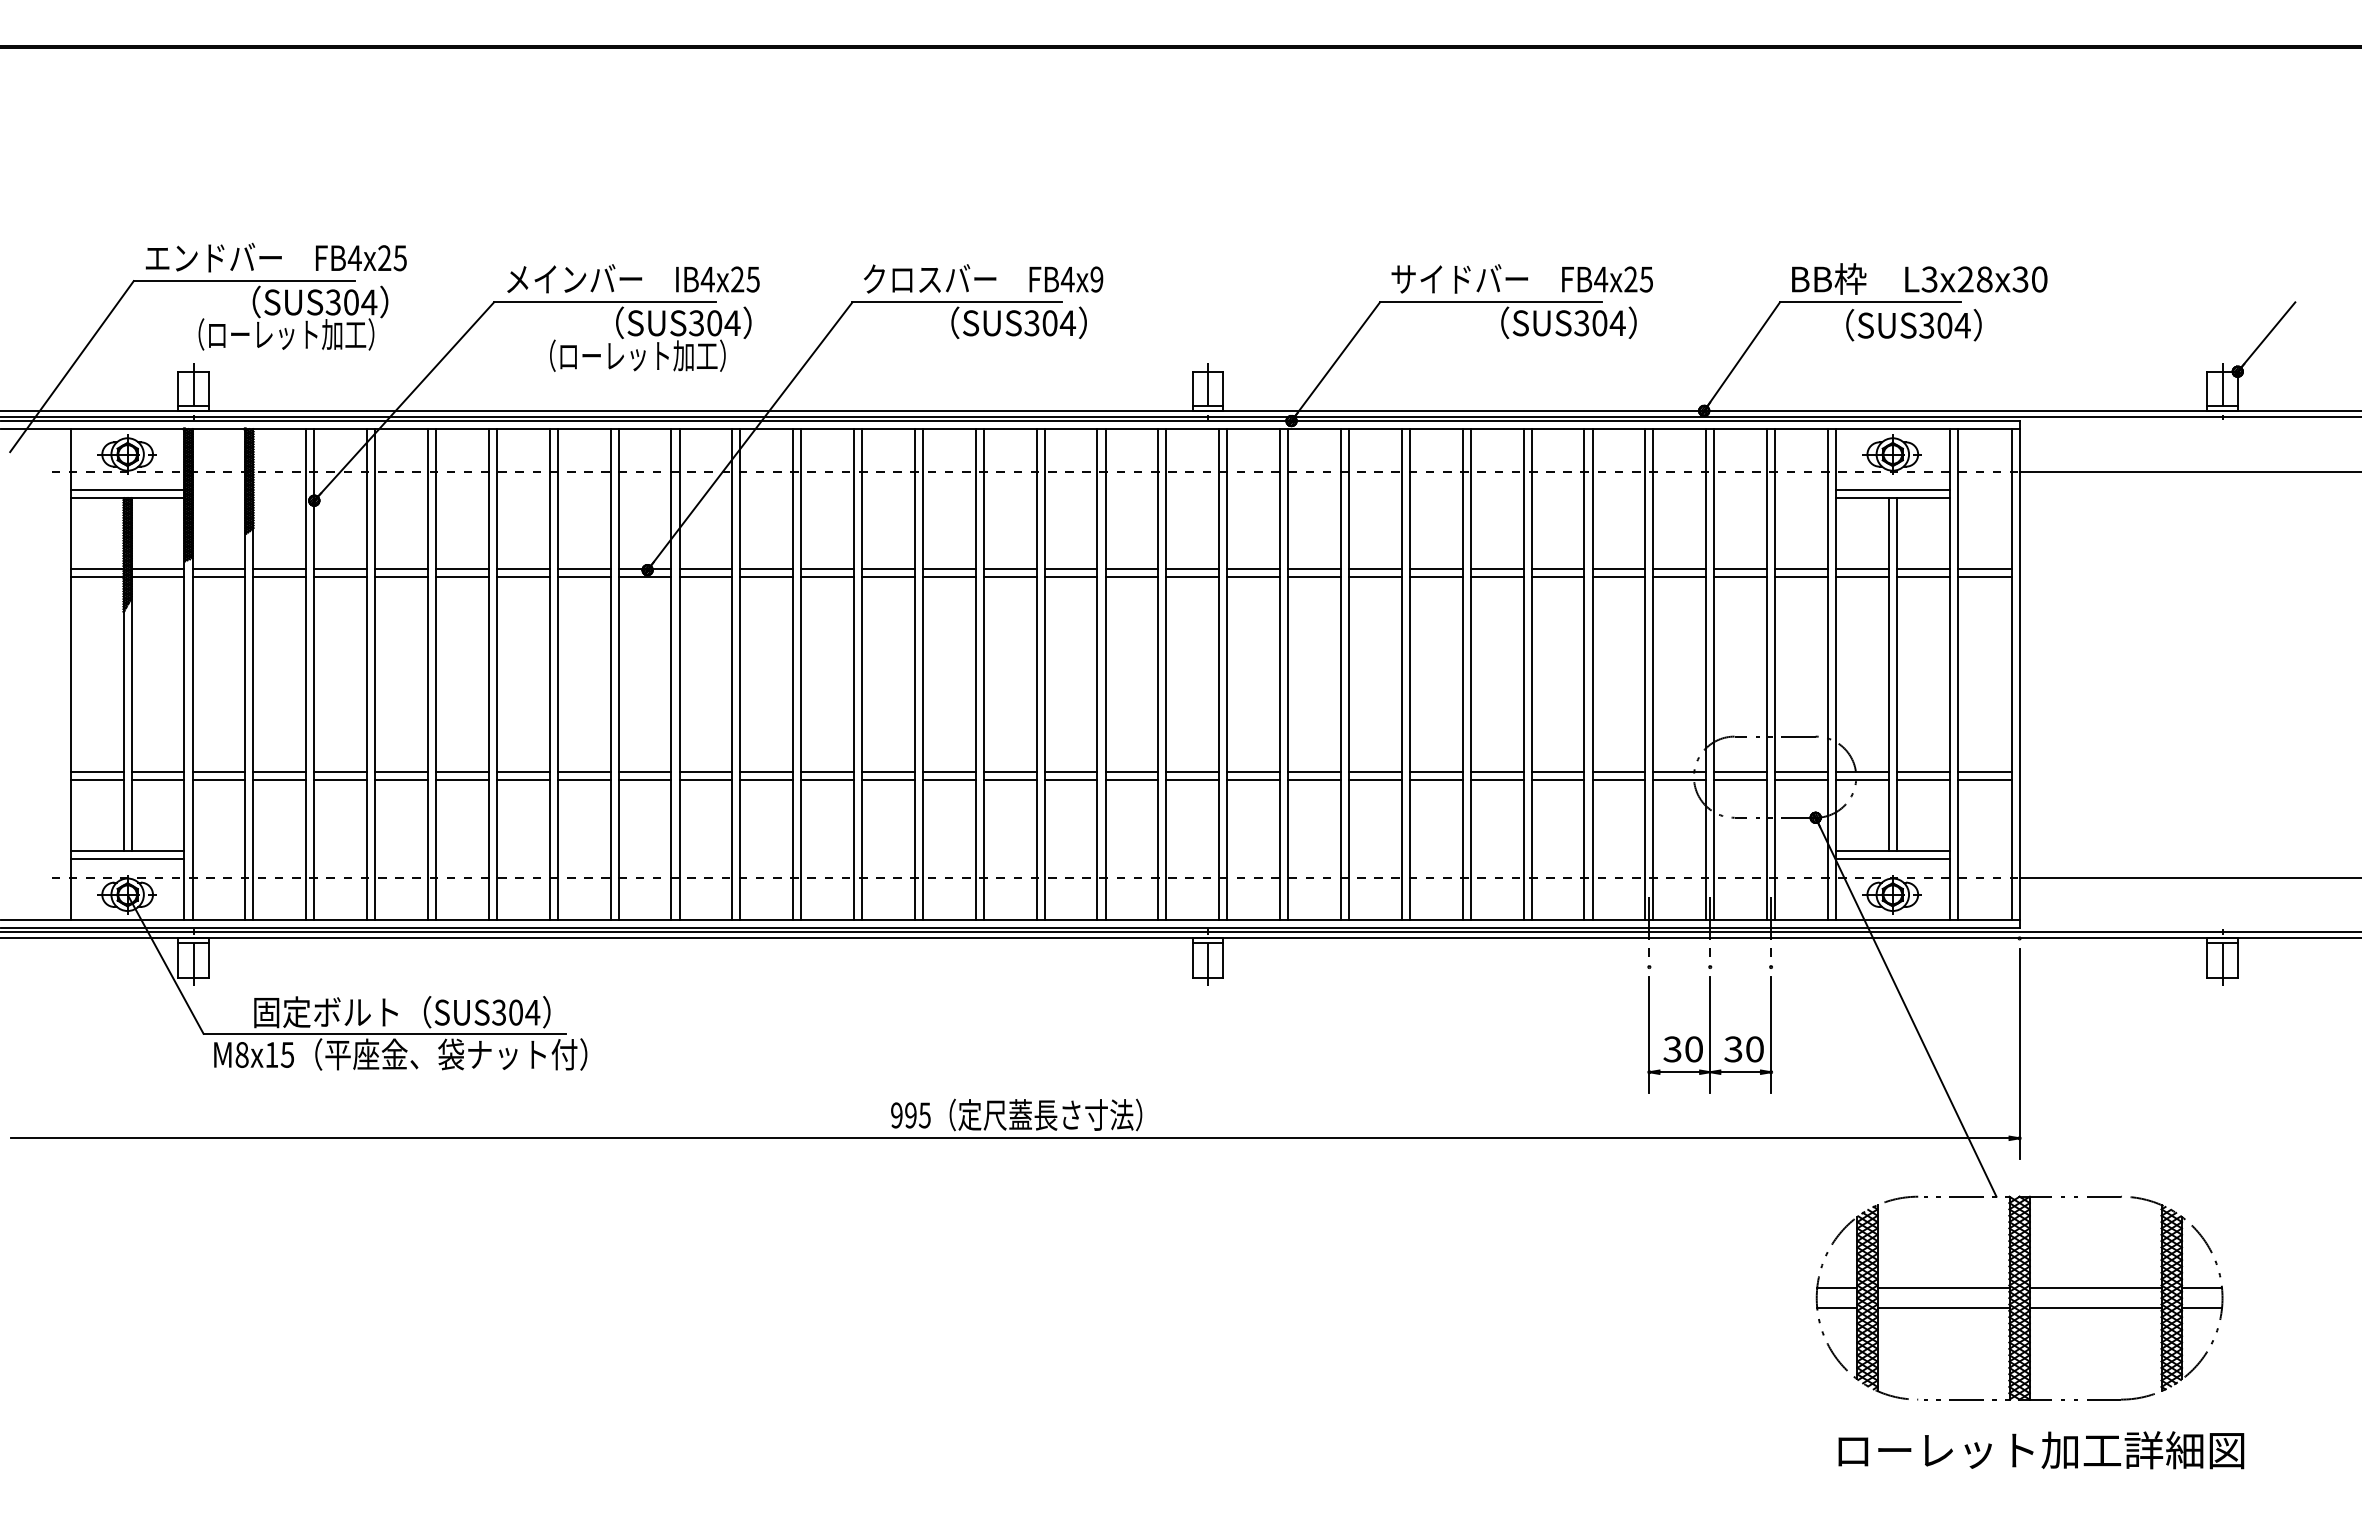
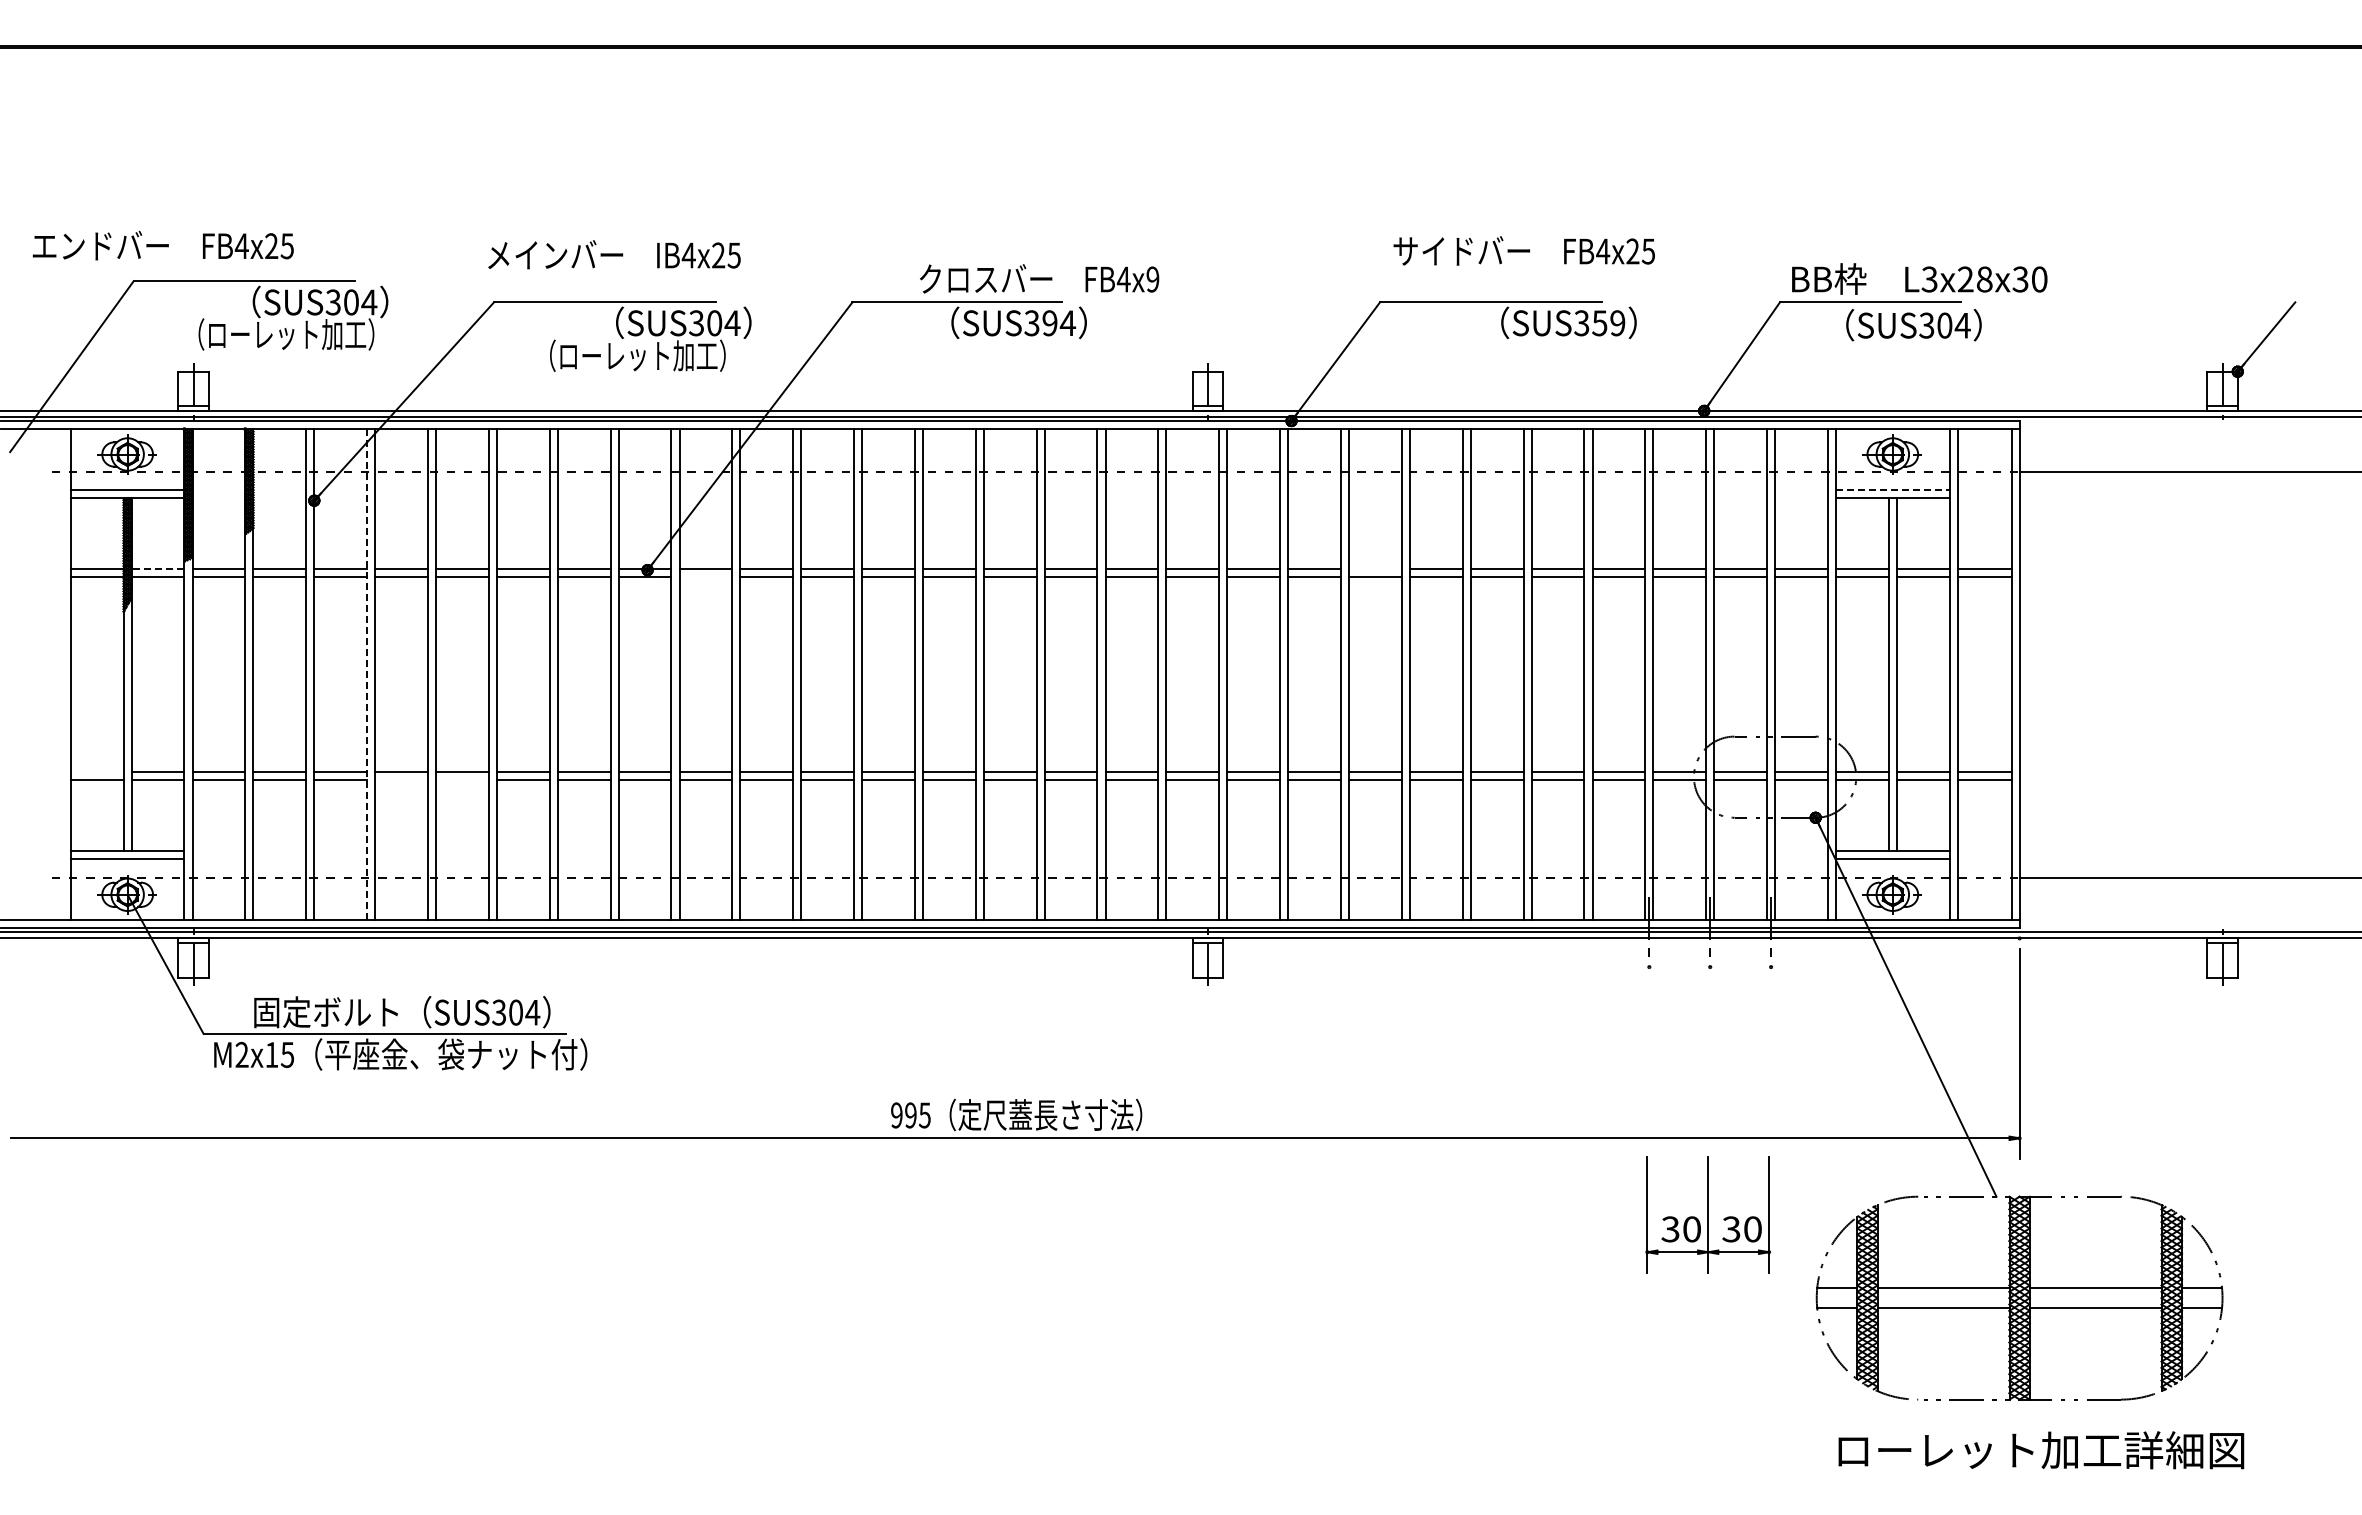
text at (275, 257) position: (275, 257) -> (162, 245)
text at (633, 278) position: (633, 278) -> (614, 254)
text at (983, 278) position: (983, 278) -> (1039, 278)
text at (1521, 278) position: (1521, 278) -> (1523, 250)
text at (1049, 323): SUS304 -> SUS394
text at (1608, 323): SUS304 -> SUS359
line at (1892, 490): solid -> dashed
line at (157, 569): solid -> dashed
line at (1375, 569): present -> none
line at (705, 577): present -> none
line at (367, 675): solid -> dashed
line at (96, 772): present -> none
line at (401, 780): present -> none
line at (462, 780): present -> none
part at (1709, 1034) position: (1709, 1034) -> (1707, 1214)
text at (241, 1054): M8x15 -> M2x15
